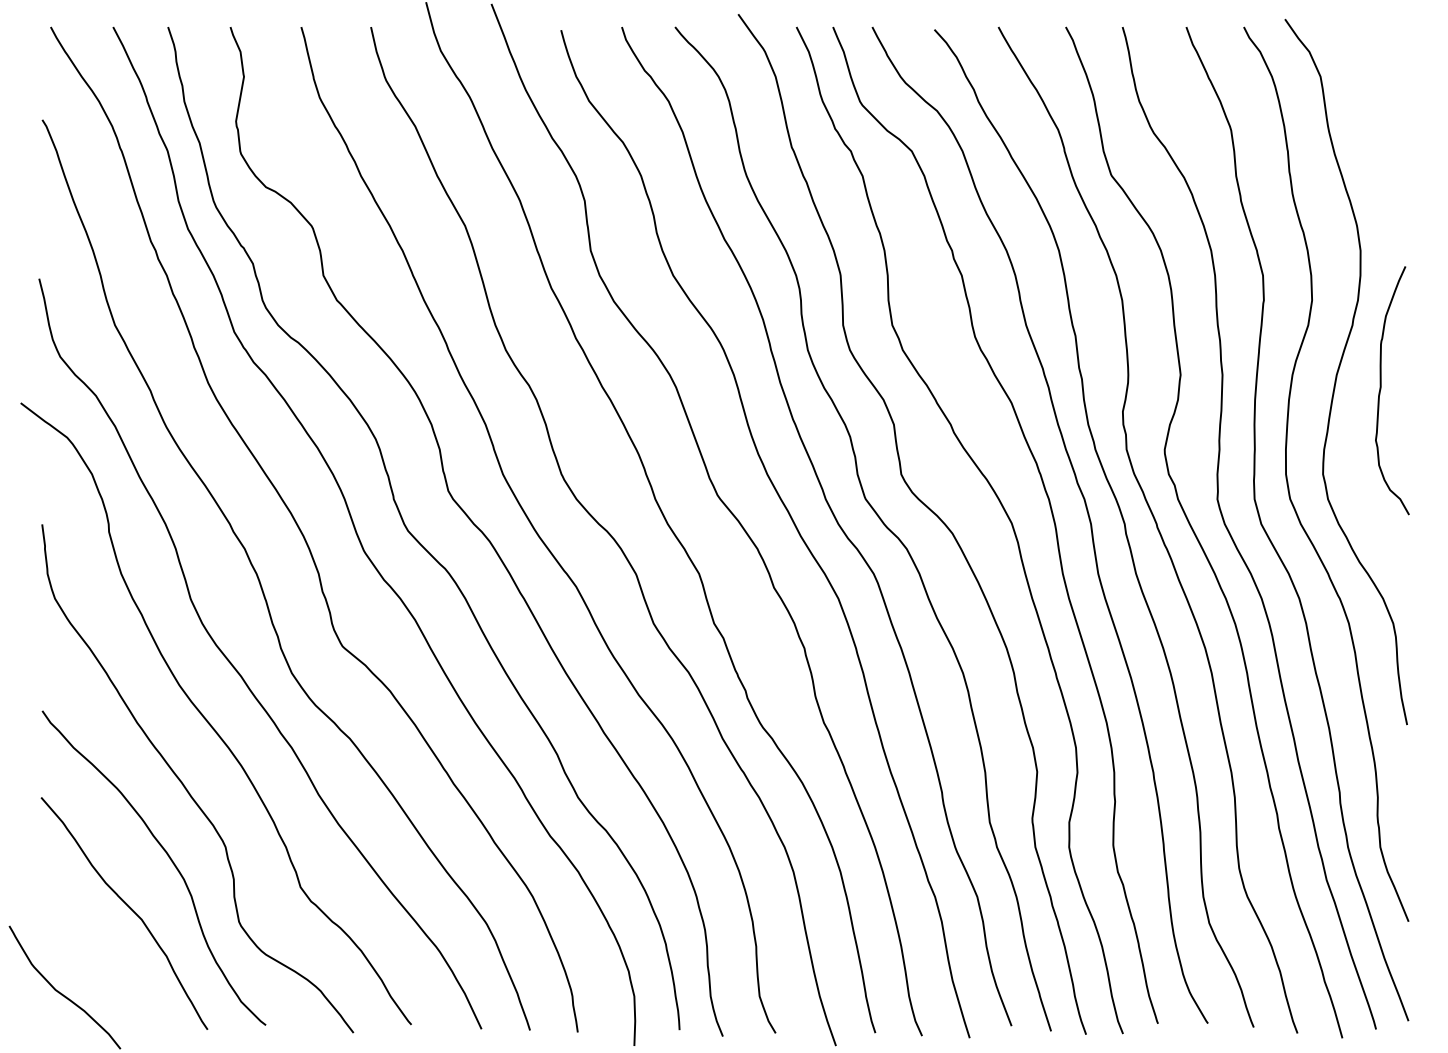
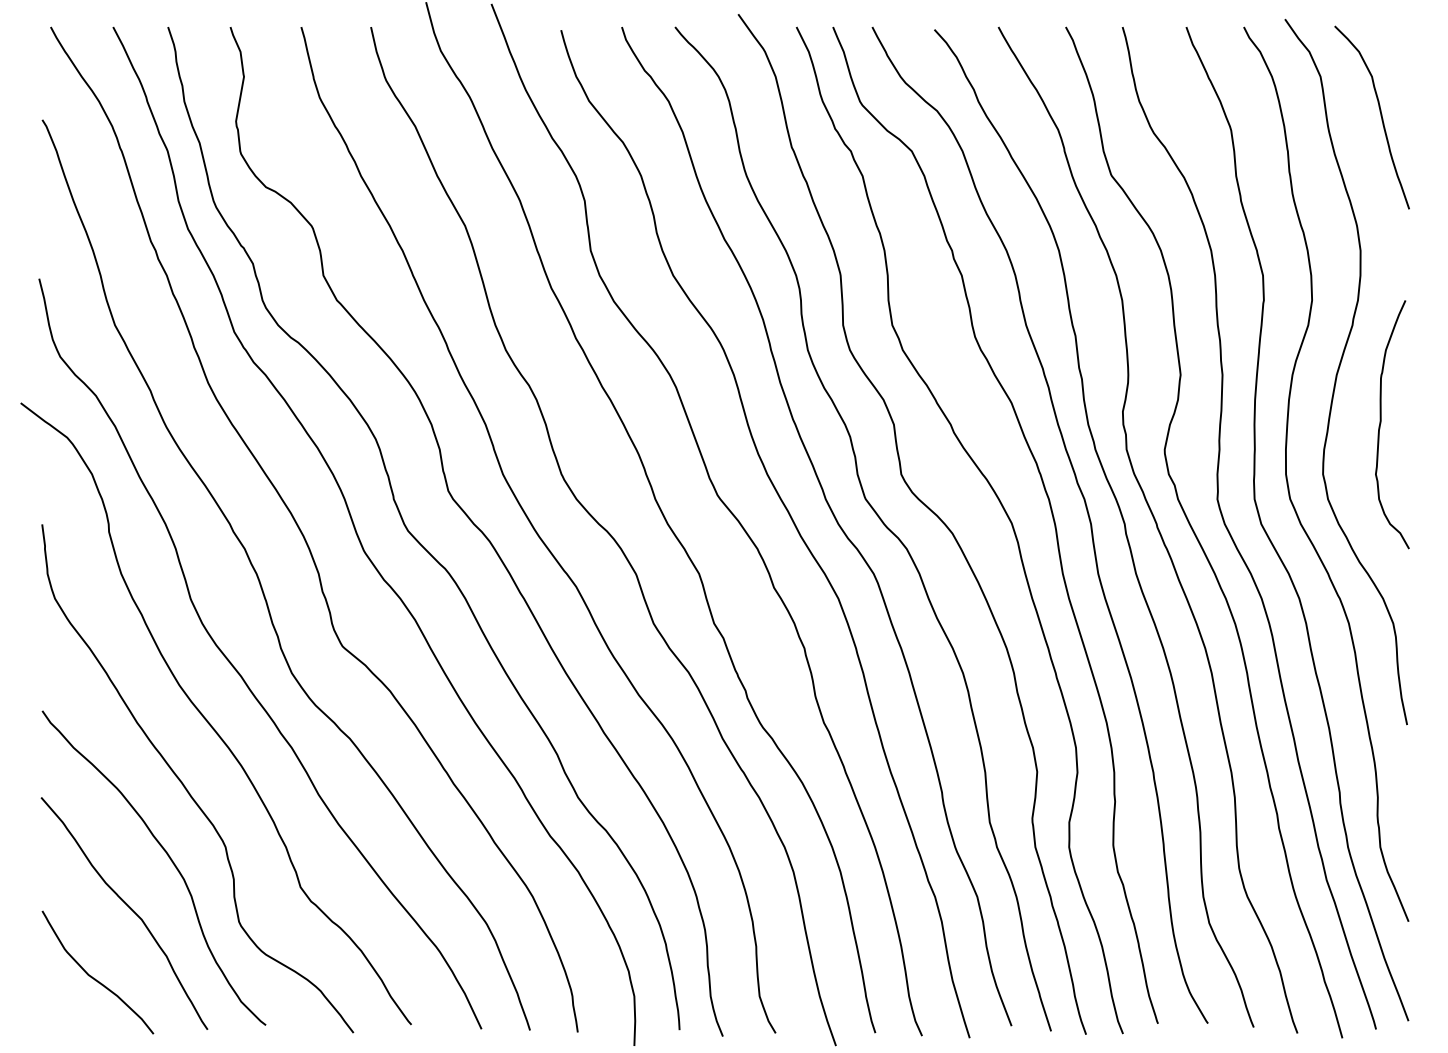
curve at (1380, 116): none -> present
curve at (1381, 389) position: (1381, 389) -> (1381, 423)
curve at (62, 993) position: (62, 993) -> (95, 978)
